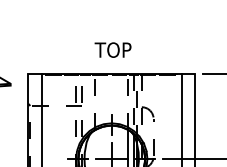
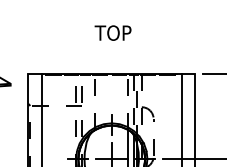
text at (112, 49) position: (112, 49) -> (112, 32)
